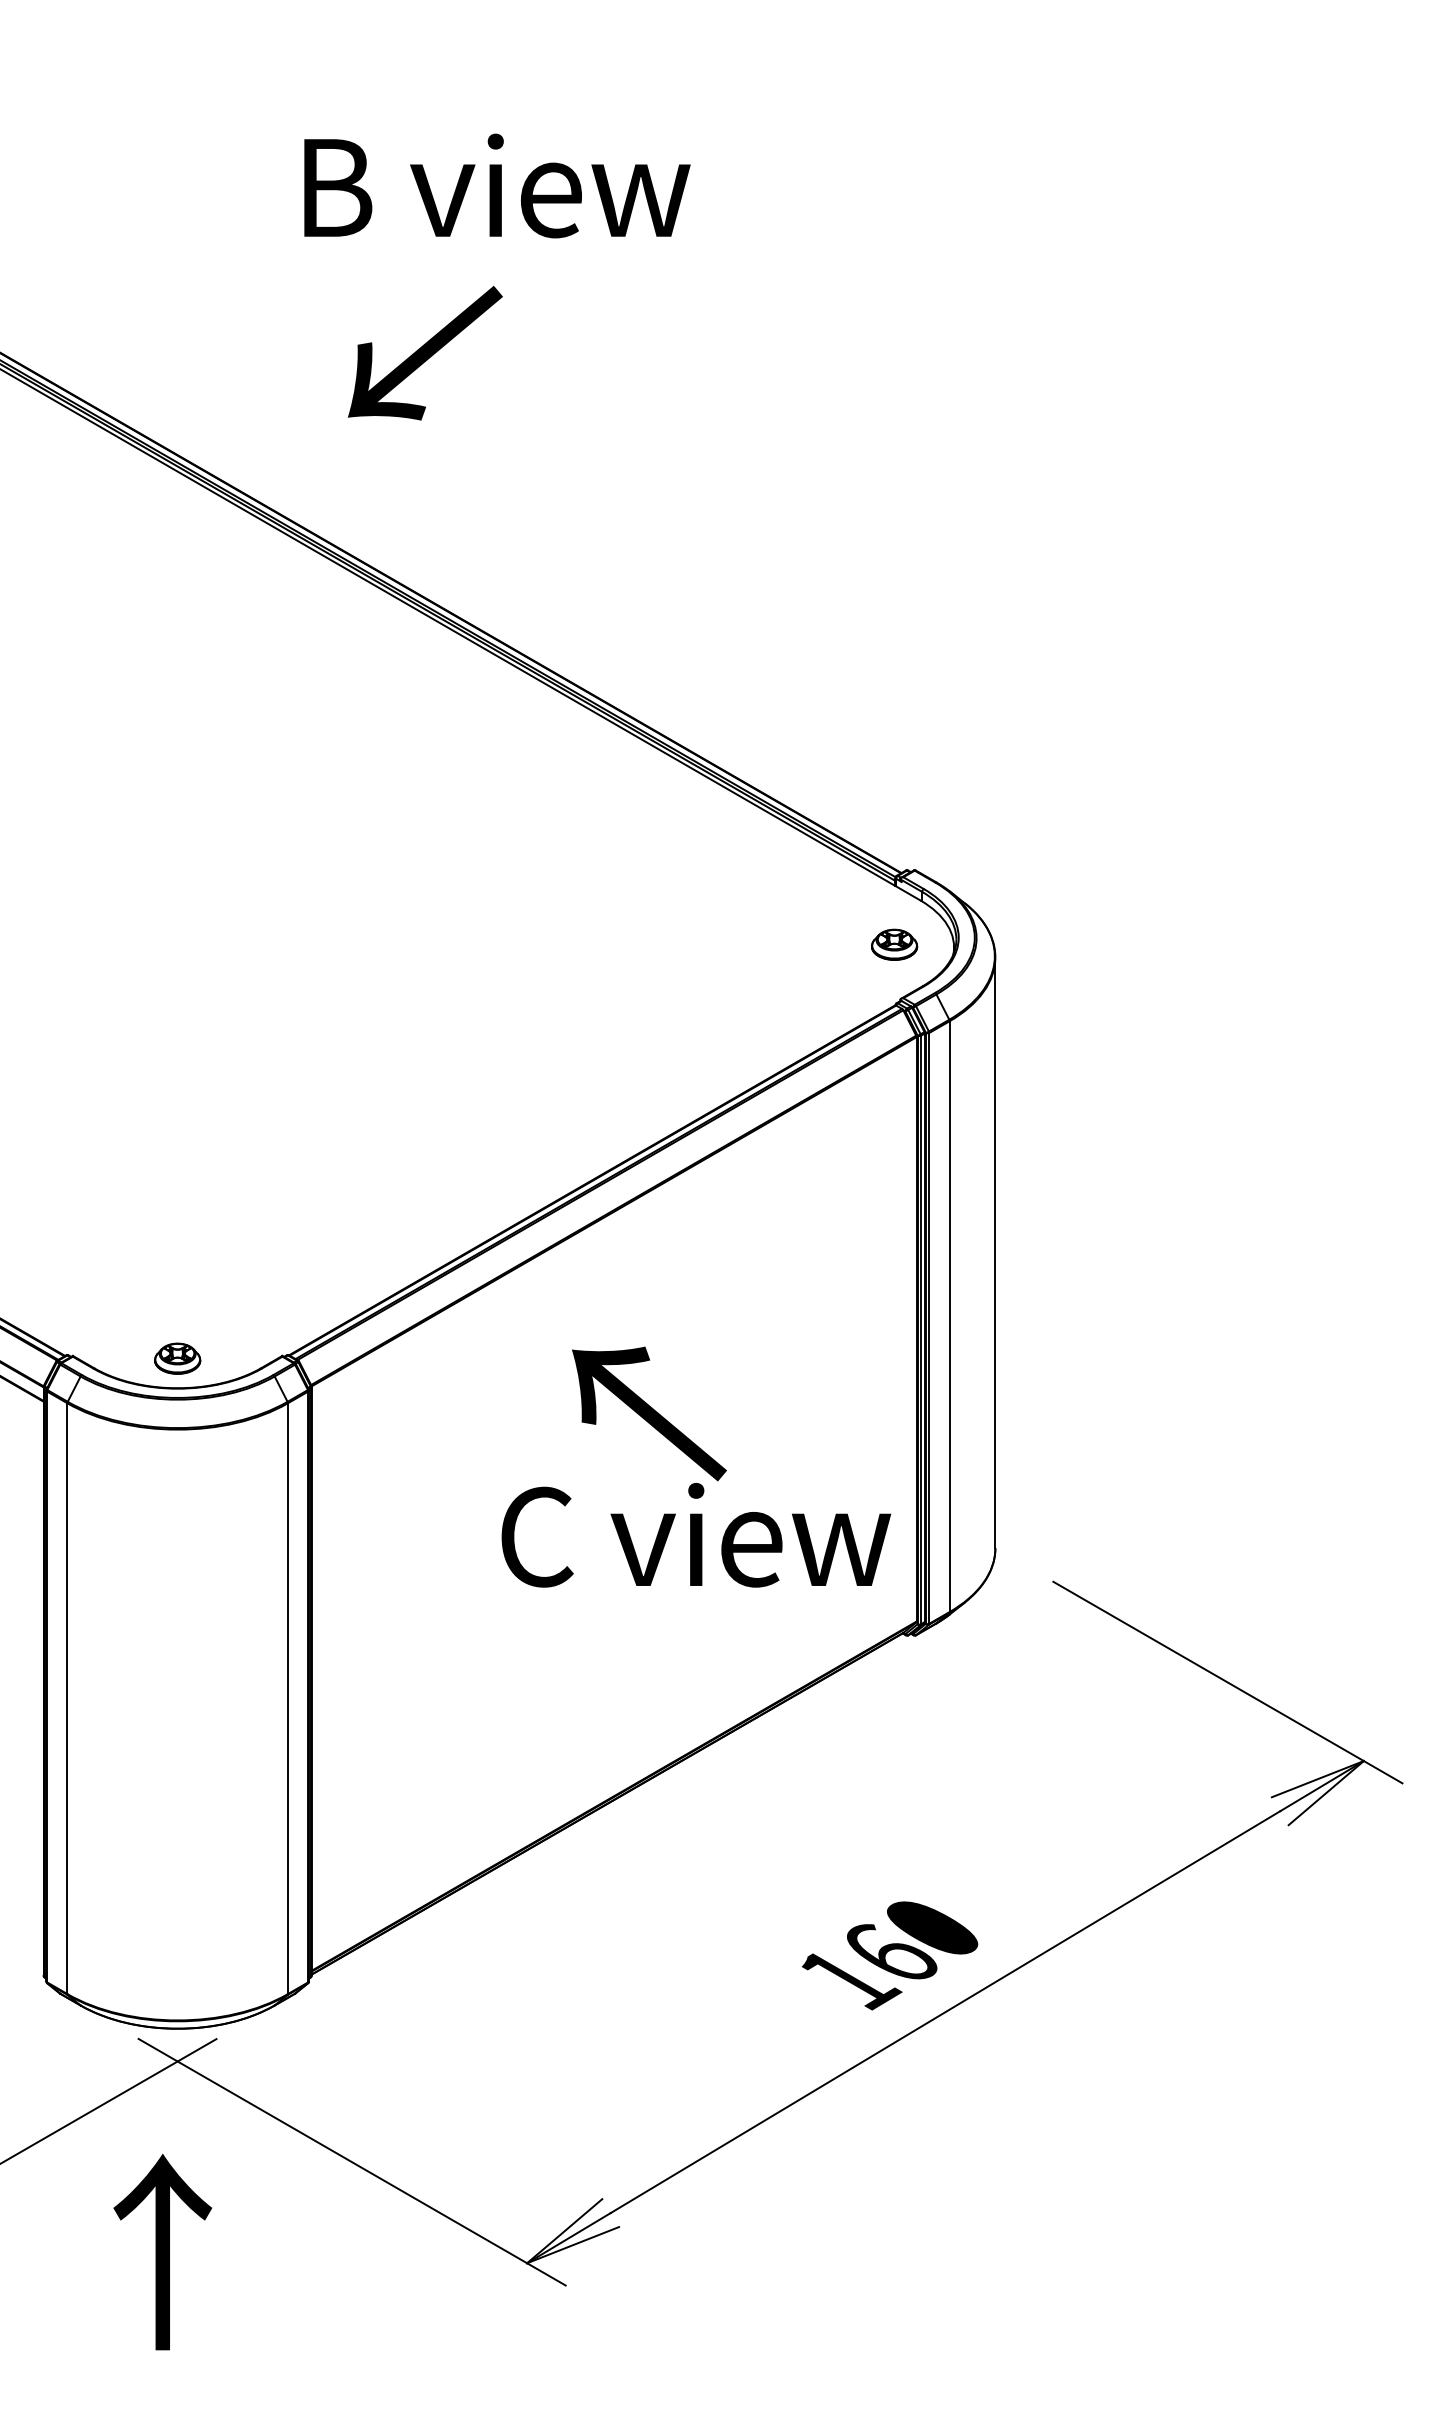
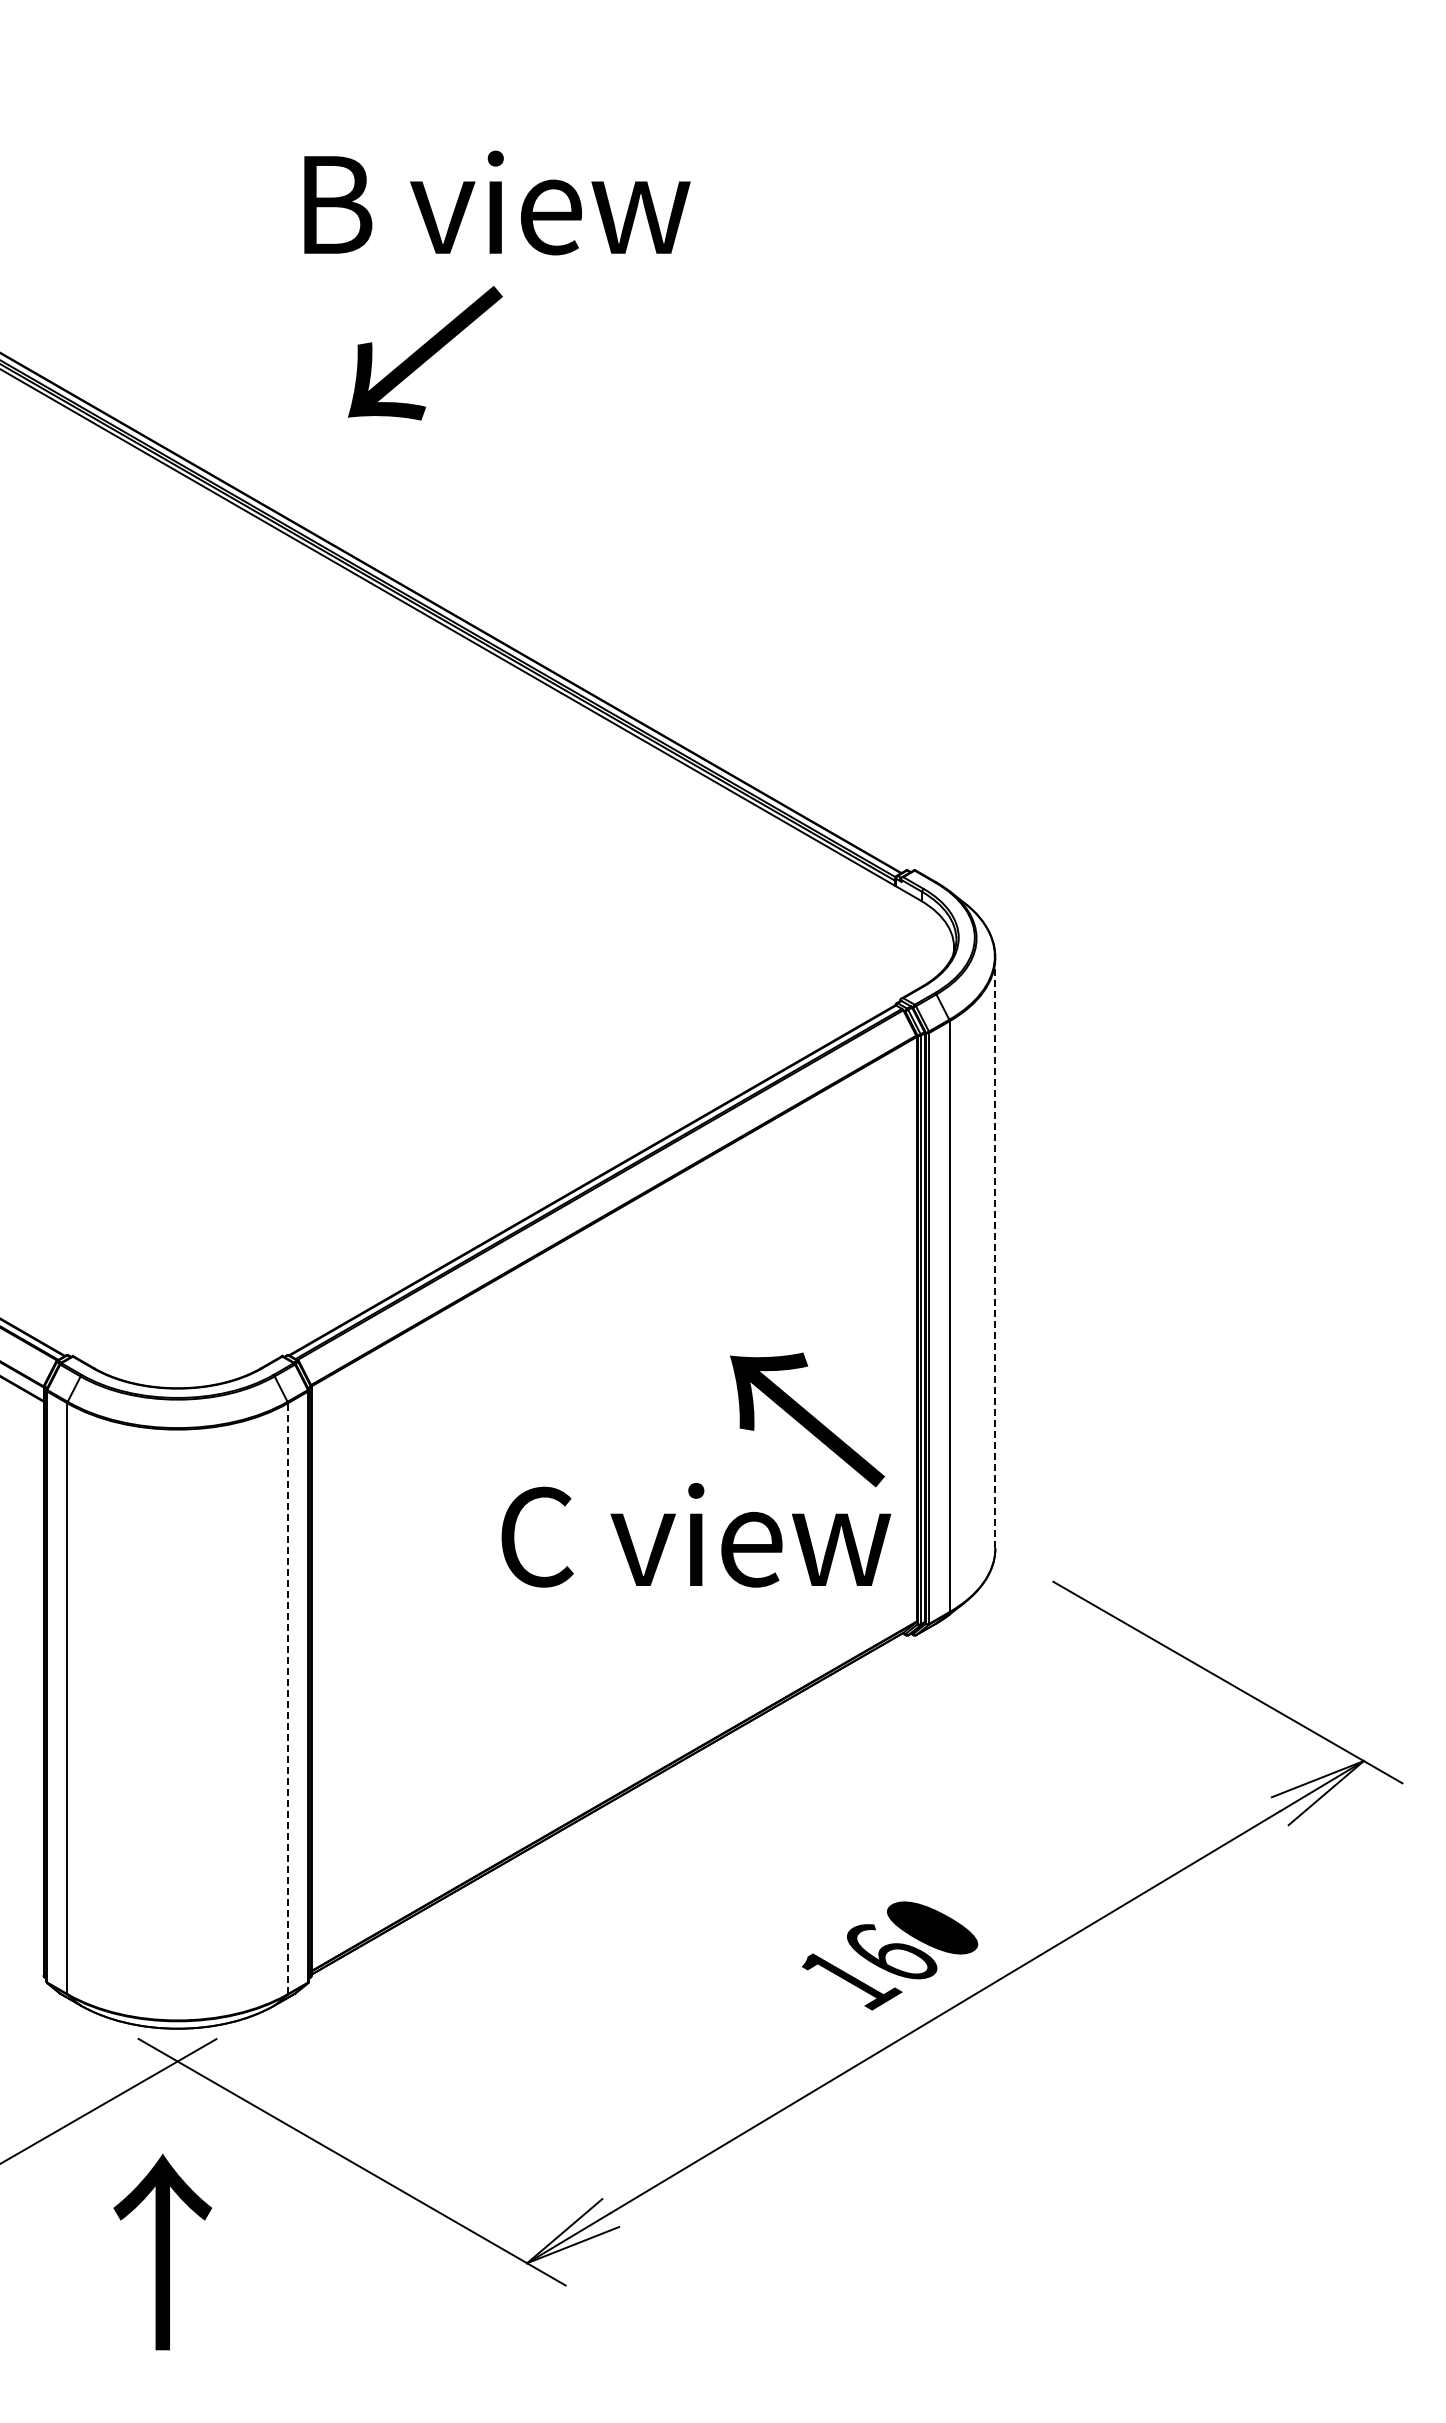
text at (497, 185) position: (497, 185) -> (497, 202)
part at (894, 944): present -> none
line at (995, 1252): solid -> dashed
part at (177, 1358): present -> none
text at (649, 1413) position: (649, 1413) -> (807, 1419)
line at (287, 1698): solid -> dashed
